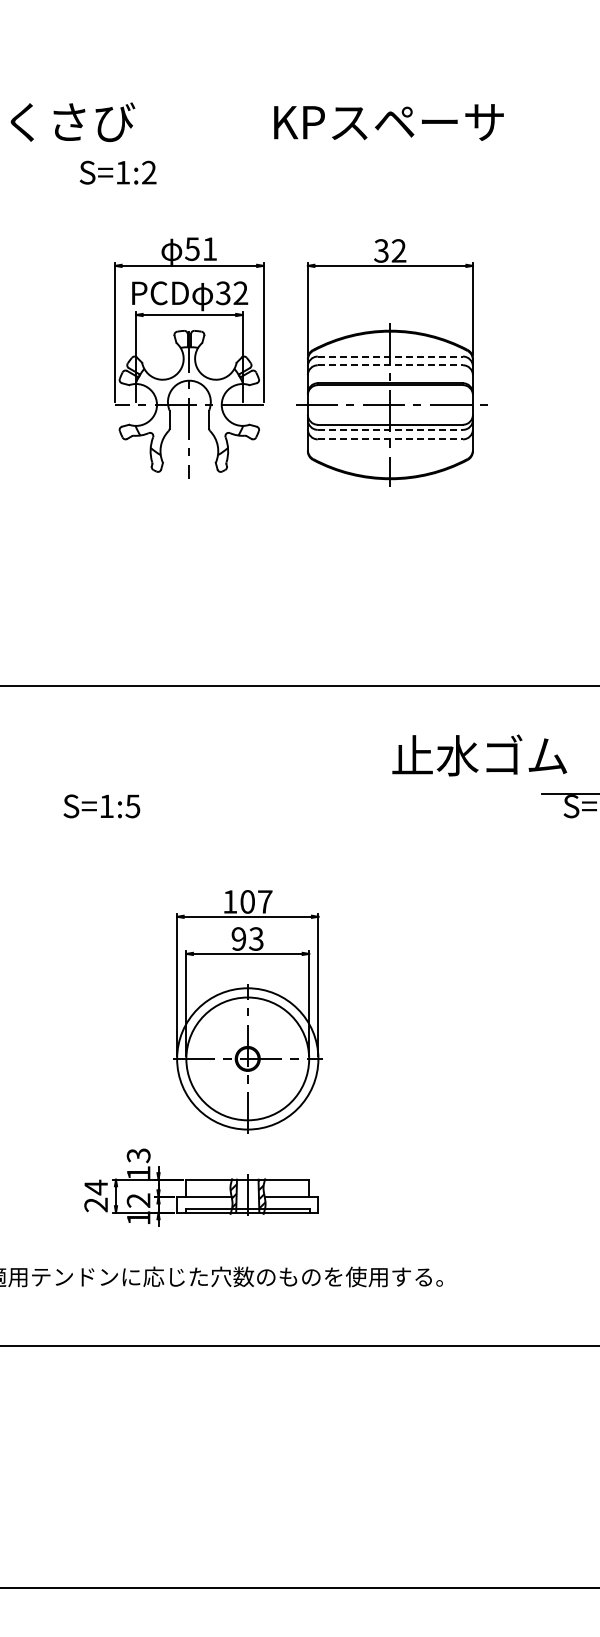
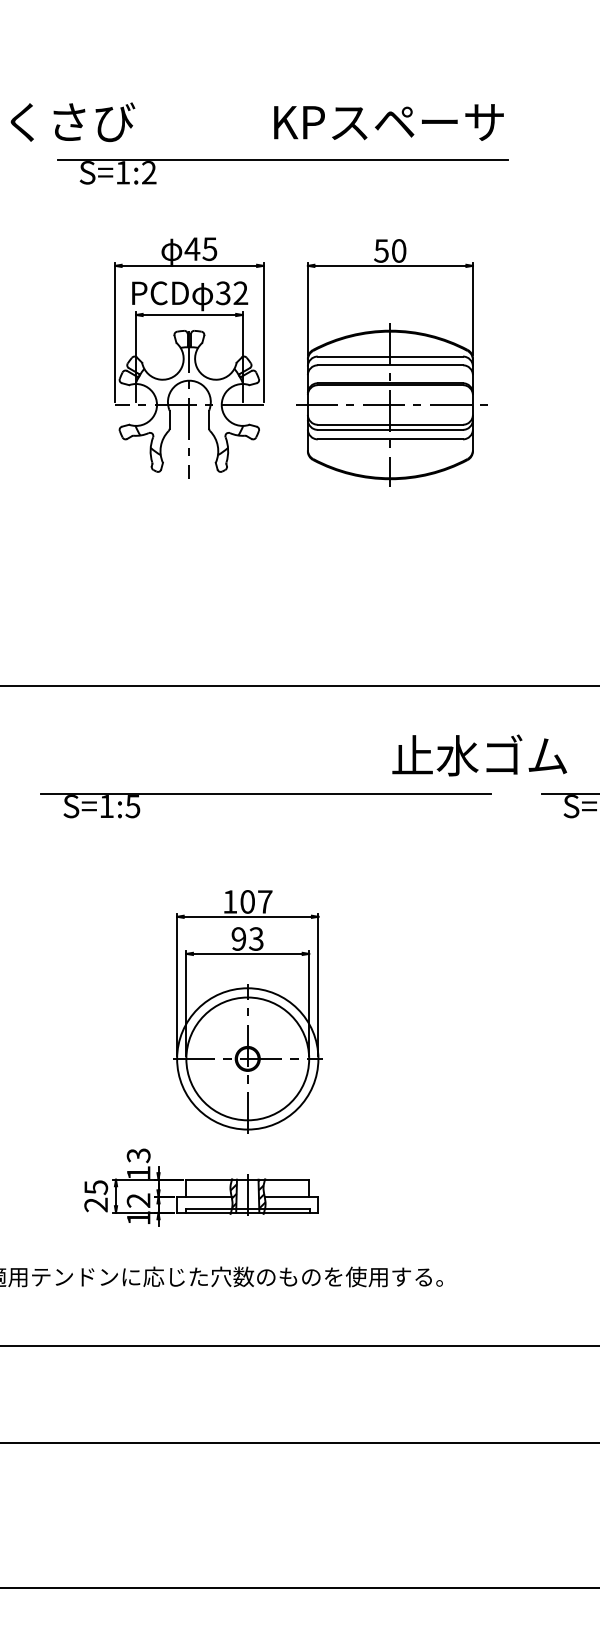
line at (282, 160): none -> present
text at (200, 249): 51 -> 45
text at (390, 250): 32 -> 50
line at (390, 356): dashed -> solid
line at (390, 365): dashed -> solid
line at (390, 429): dashed -> solid
line at (390, 439): dashed -> solid
line at (266, 794): none -> present
text at (96, 1187): 24 -> 25
line at (299, 1442): none -> present
